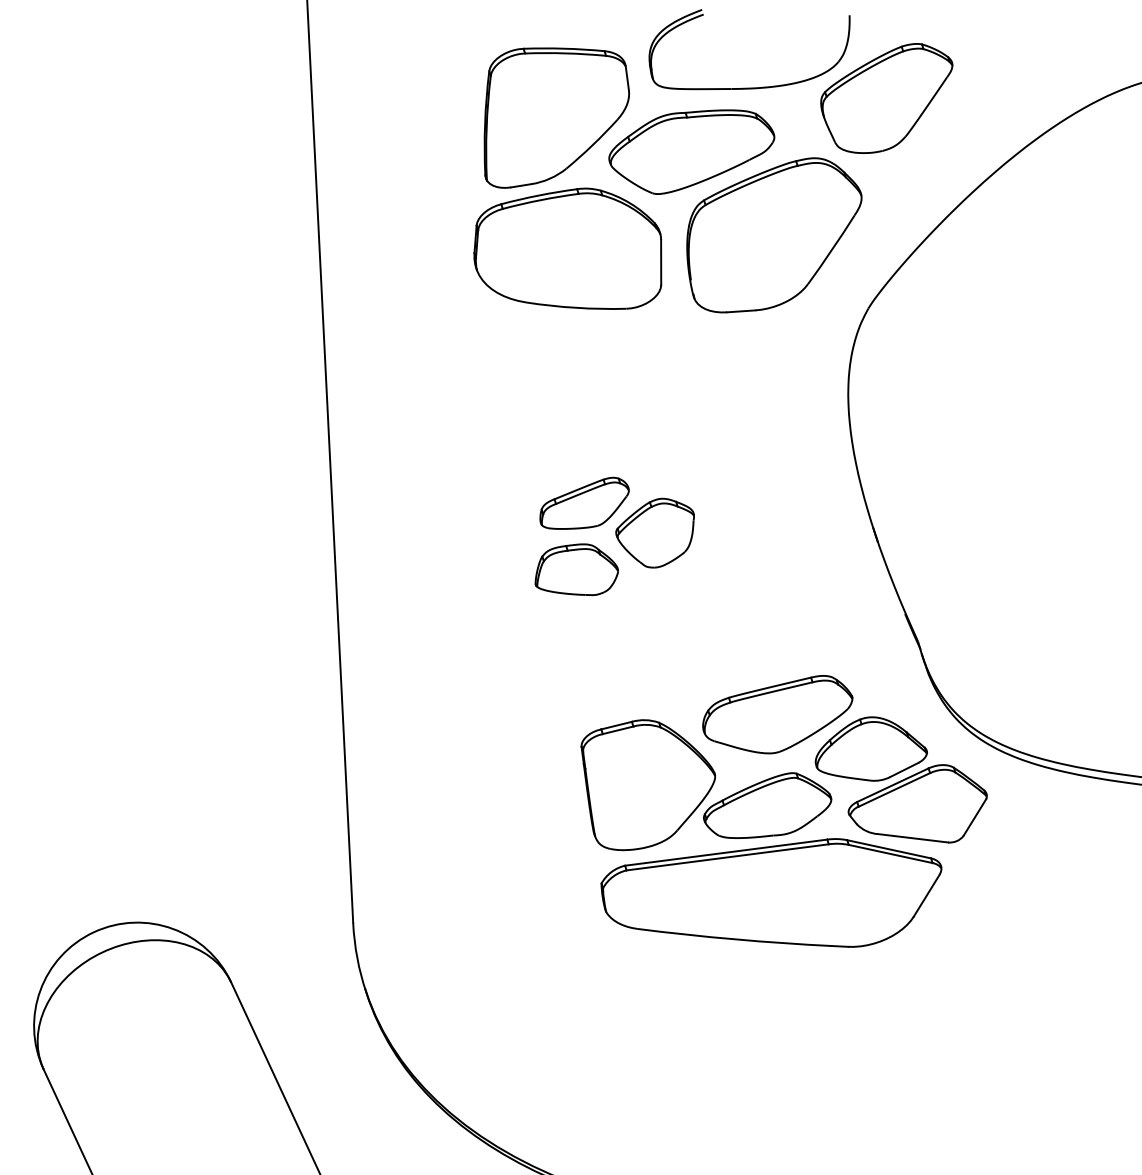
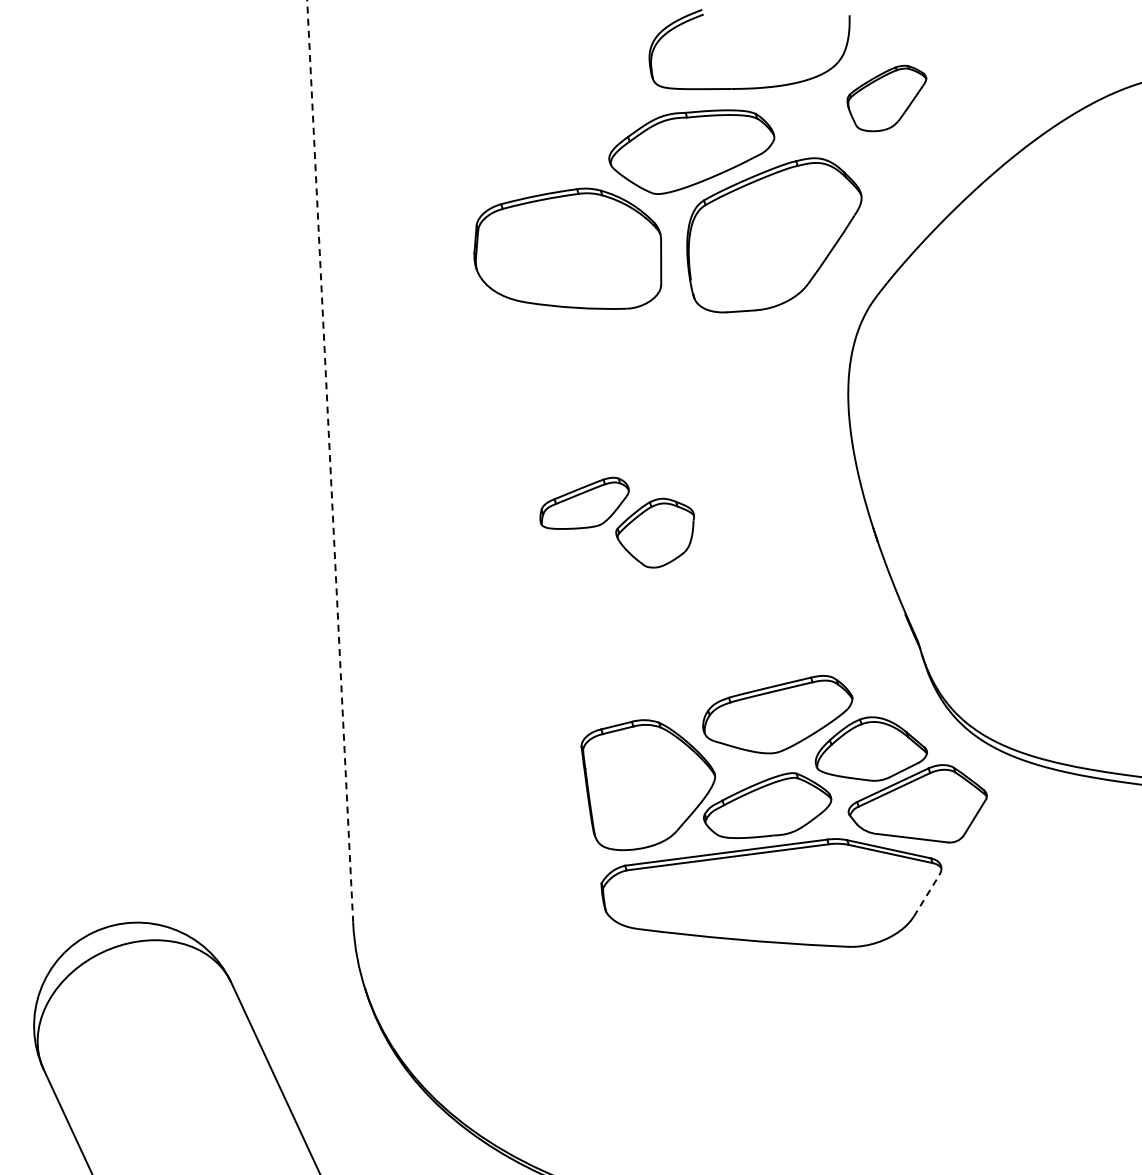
part at (886, 98) size: 134x111 px -> 82x69 px
part at (556, 117): present -> none
line at (330, 461): solid -> dashed
part at (576, 569): present -> none
line at (926, 895): solid -> dashed
